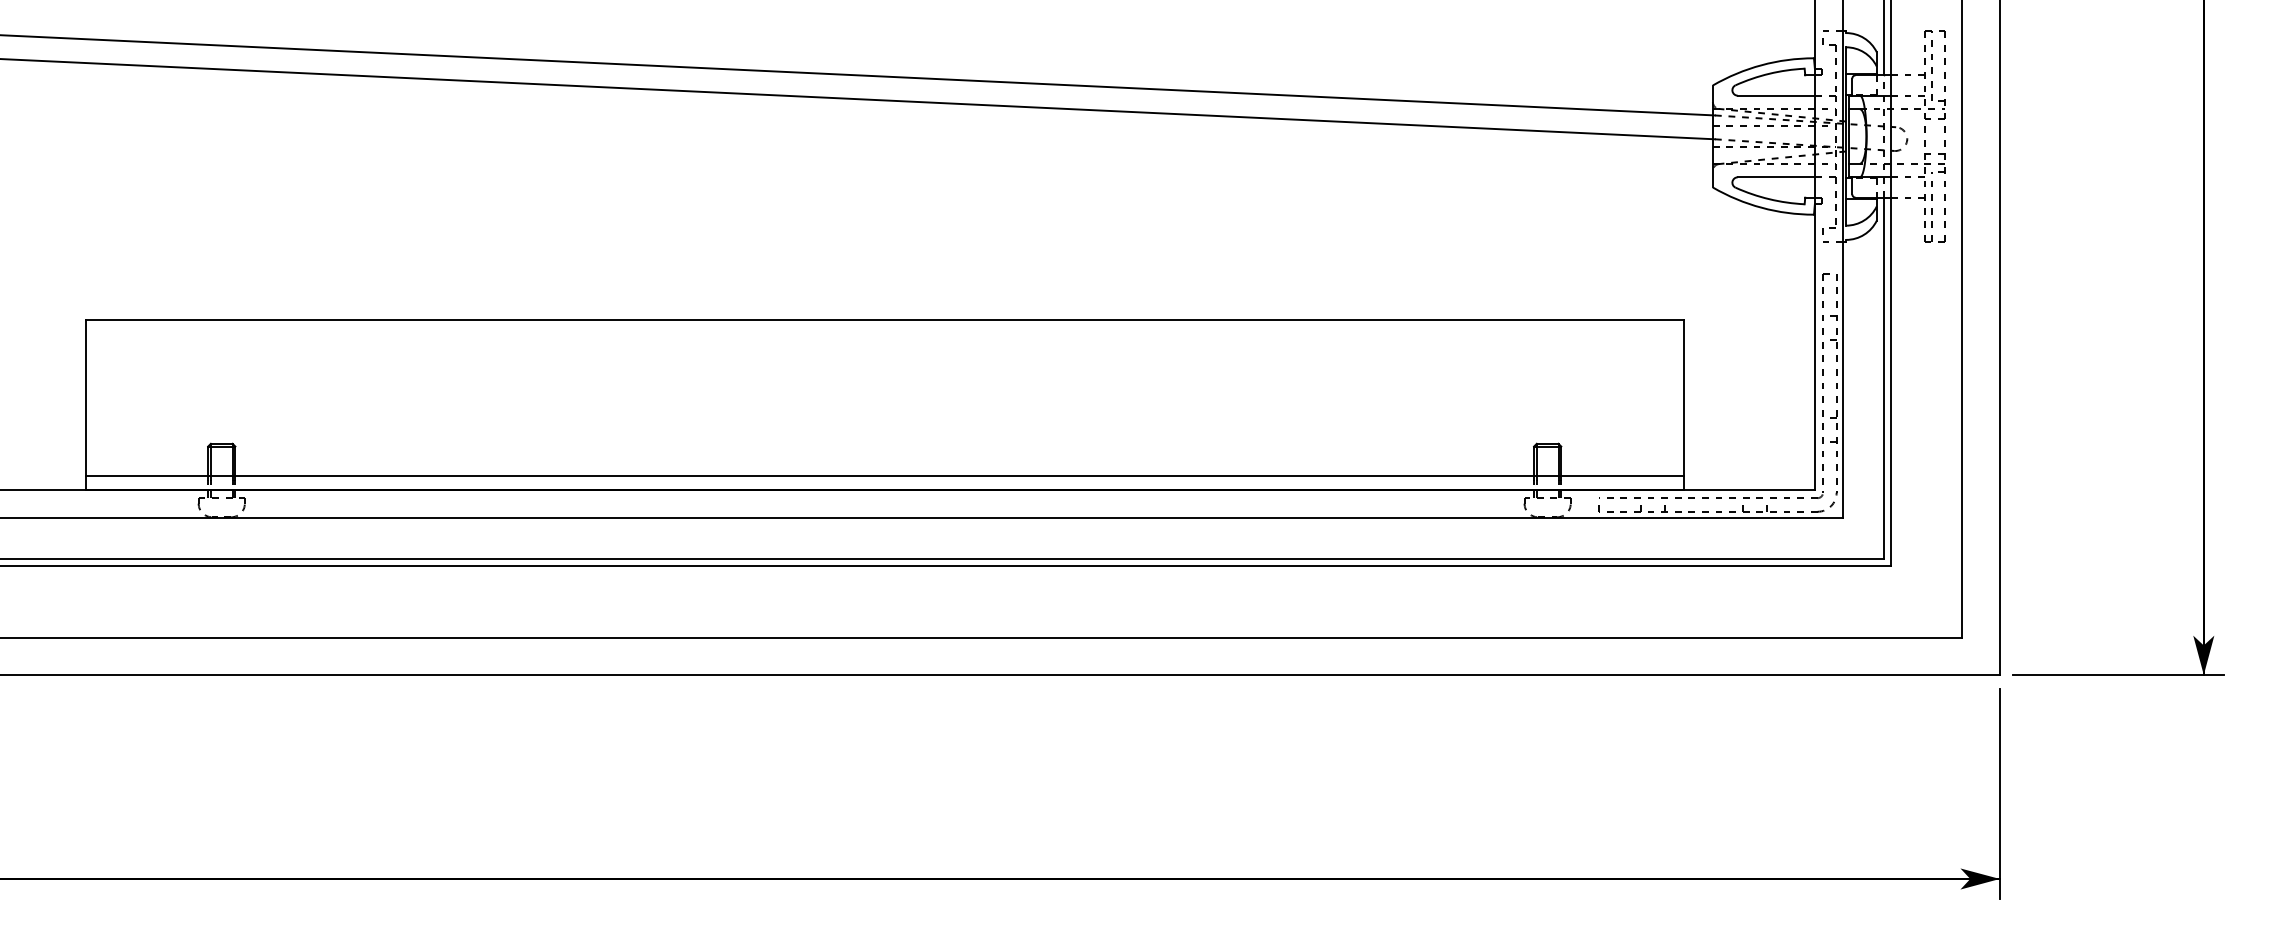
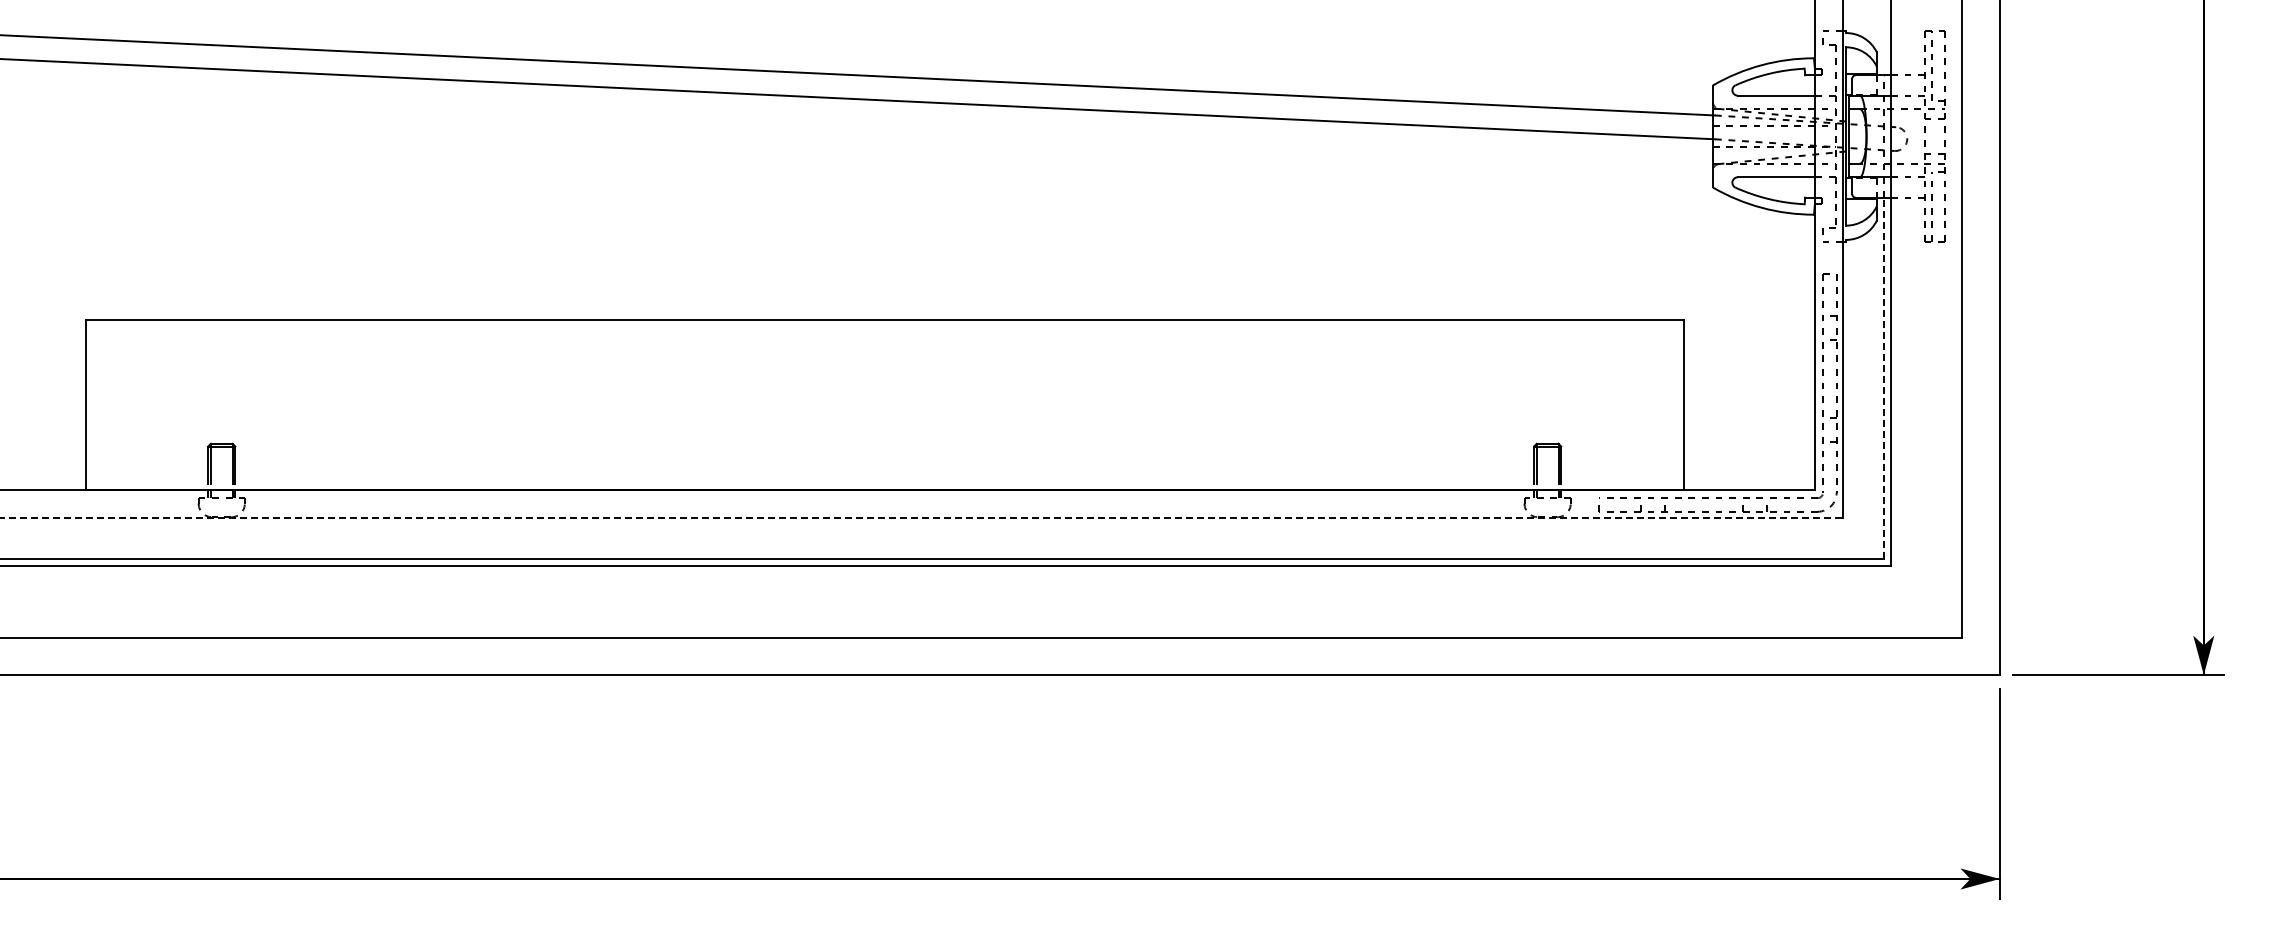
line at (1884, 38): present -> none
line at (1884, 378): solid -> dashed
line at (884, 476): present -> none
line at (921, 517): solid -> dashed
